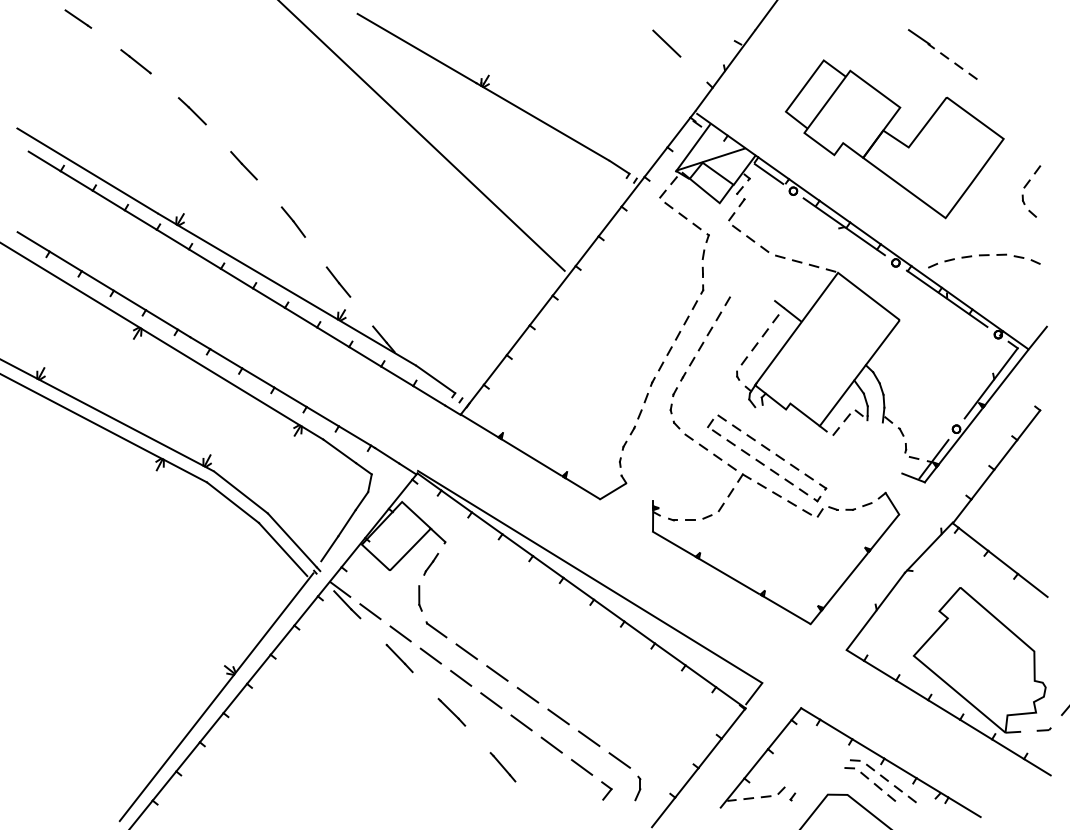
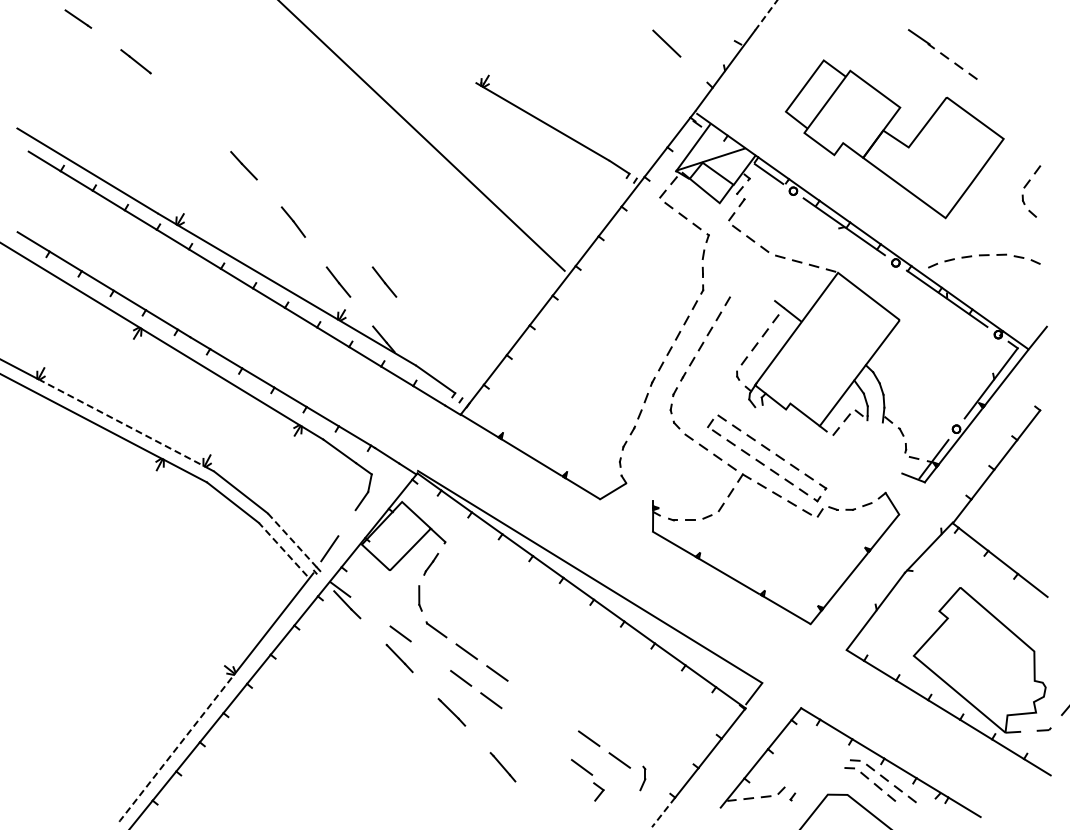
line at (765, 15): solid -> dashed
line at (416, 48): present -> none
line at (191, 111): present -> none
line at (384, 281): none -> present
line at (120, 422): solid -> dashed
line at (346, 523): present -> none
line at (292, 540): solid -> dashed
line at (283, 549): solid -> dashed
line at (370, 611): present -> none
line at (430, 655): present -> none
line at (527, 695): present -> none
line at (558, 716): present -> none
line at (521, 722): present -> none
line at (551, 744): present -> none
line at (175, 749): solid -> dashed
part at (637, 788) position: (637, 788) -> (642, 778)
part at (606, 790) position: (606, 790) -> (598, 791)
line at (663, 812): solid -> dashed
